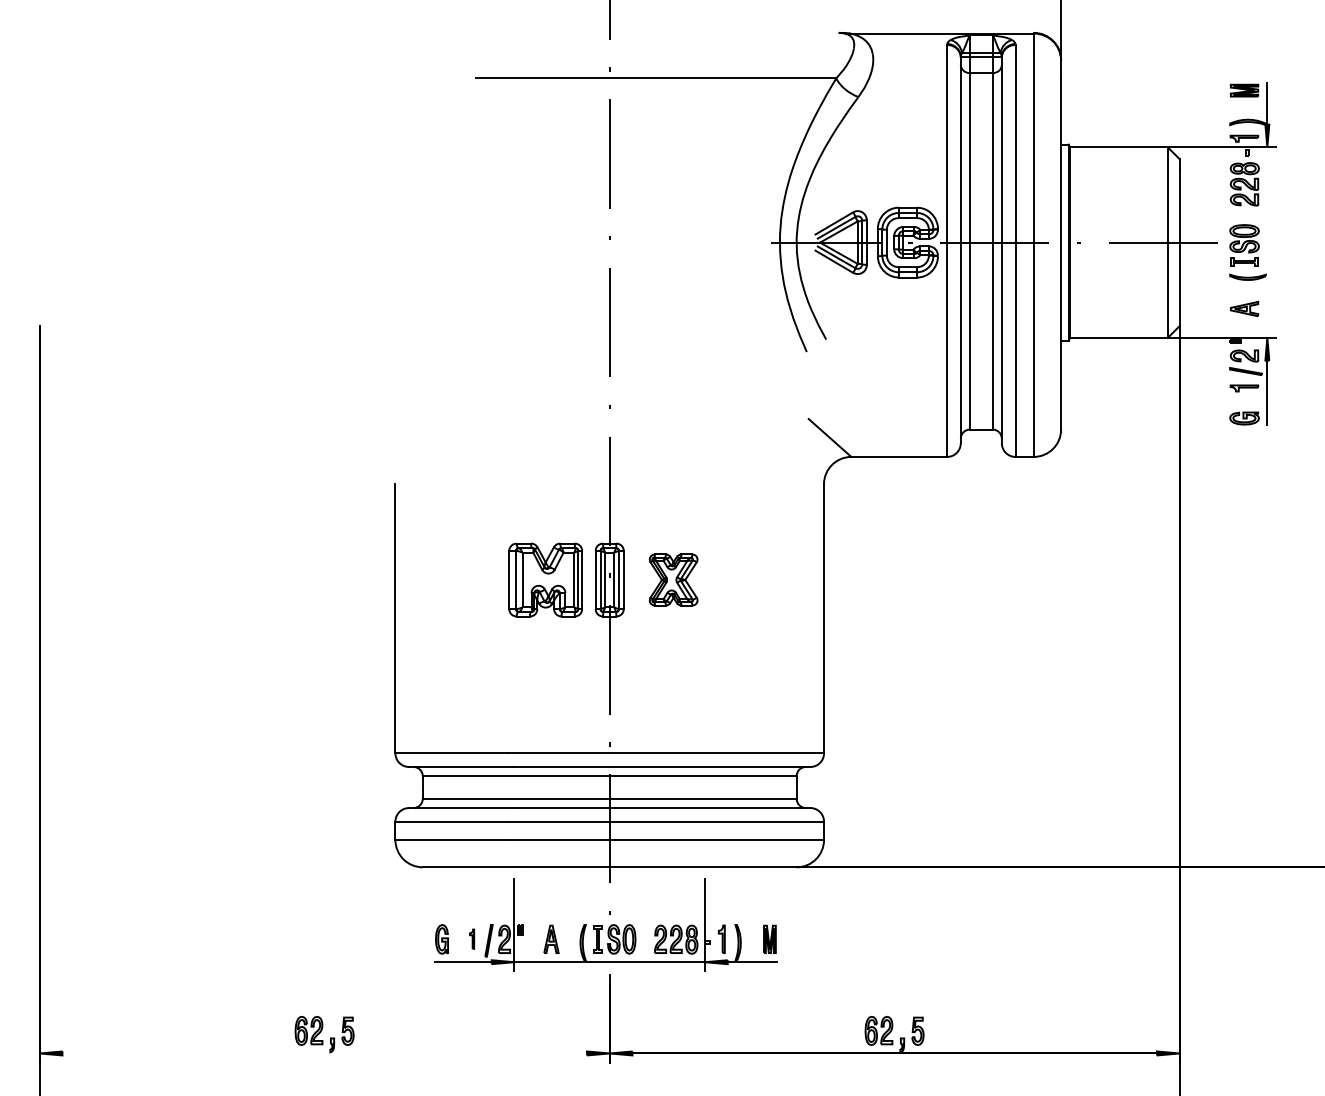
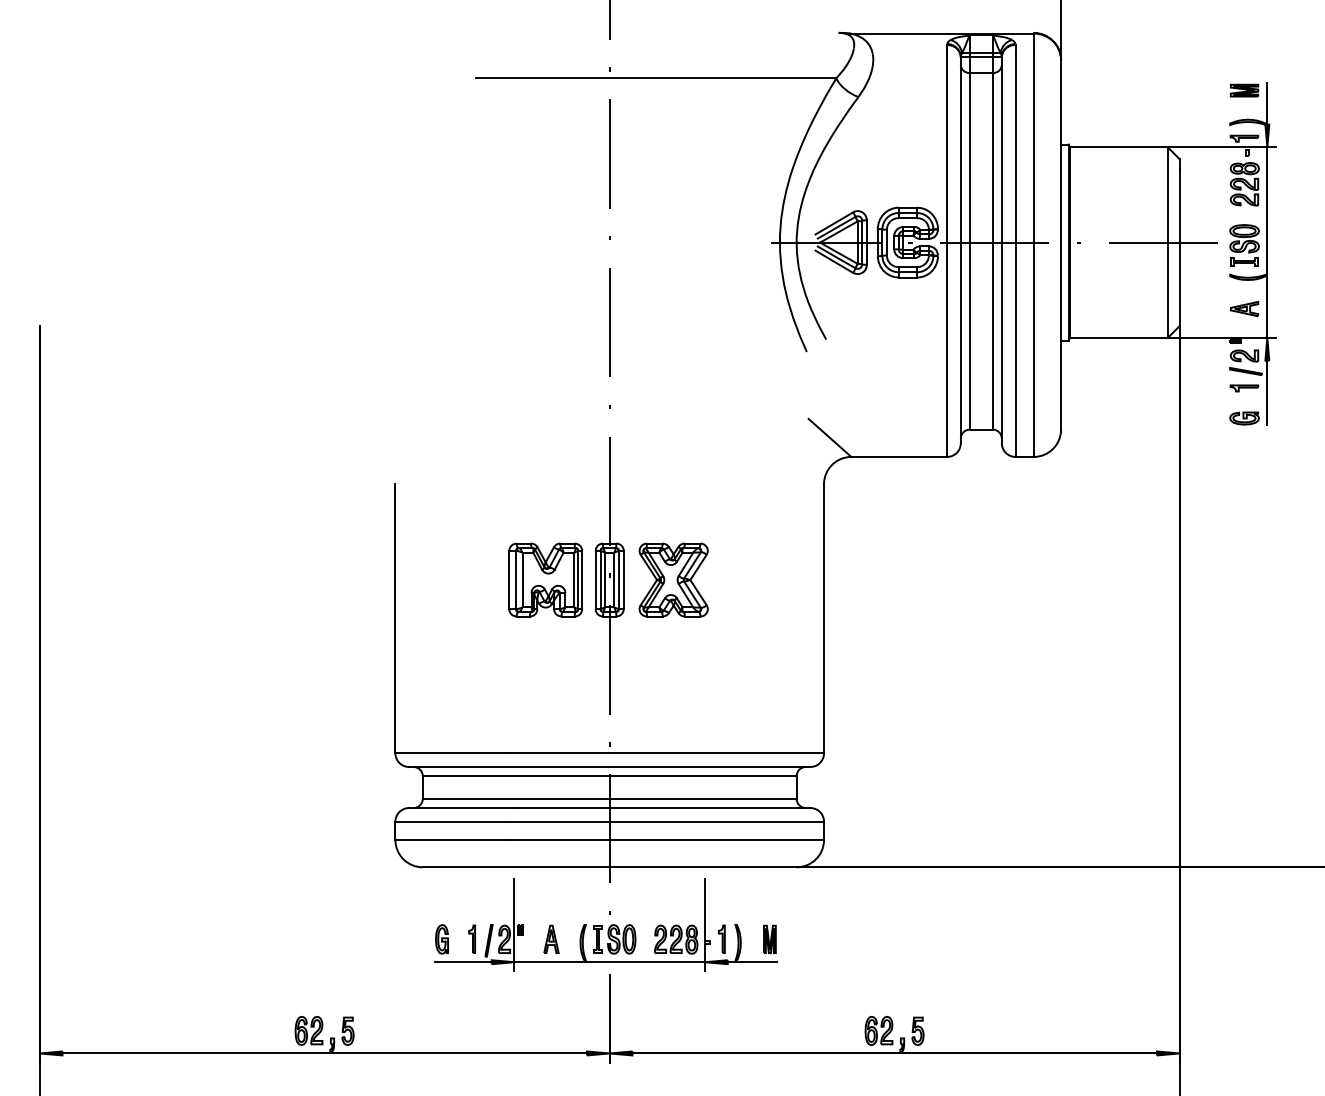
line at (1267, 242): none -> present
part at (673, 579) size: 51x54 px -> 71x76 px
part at (472, 938) size: 7x22 px -> 8x30 px
line at (324, 1053): none -> present
